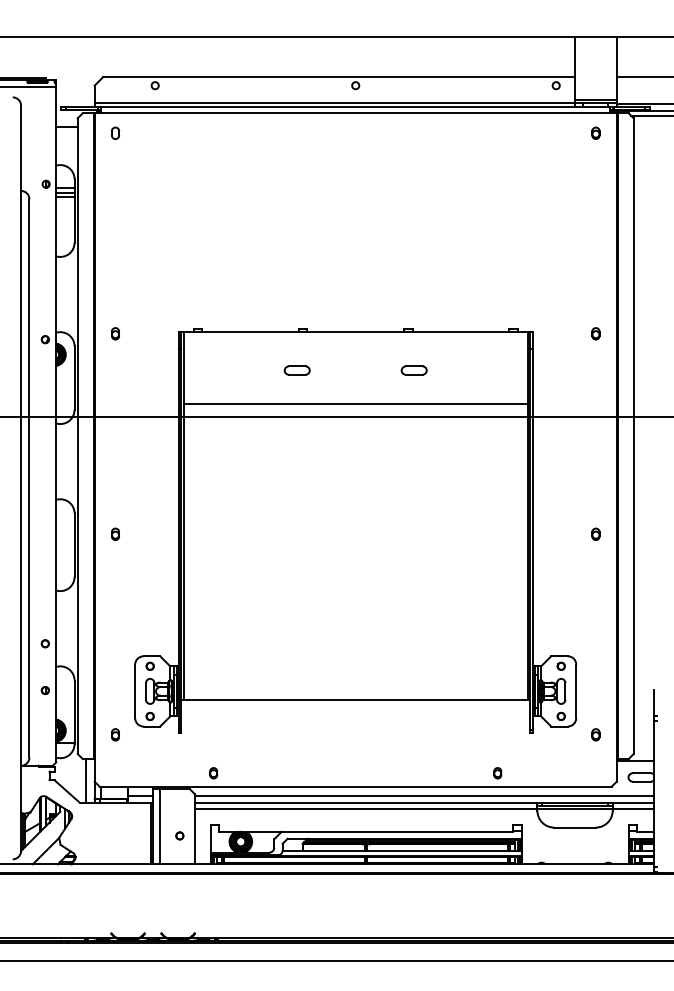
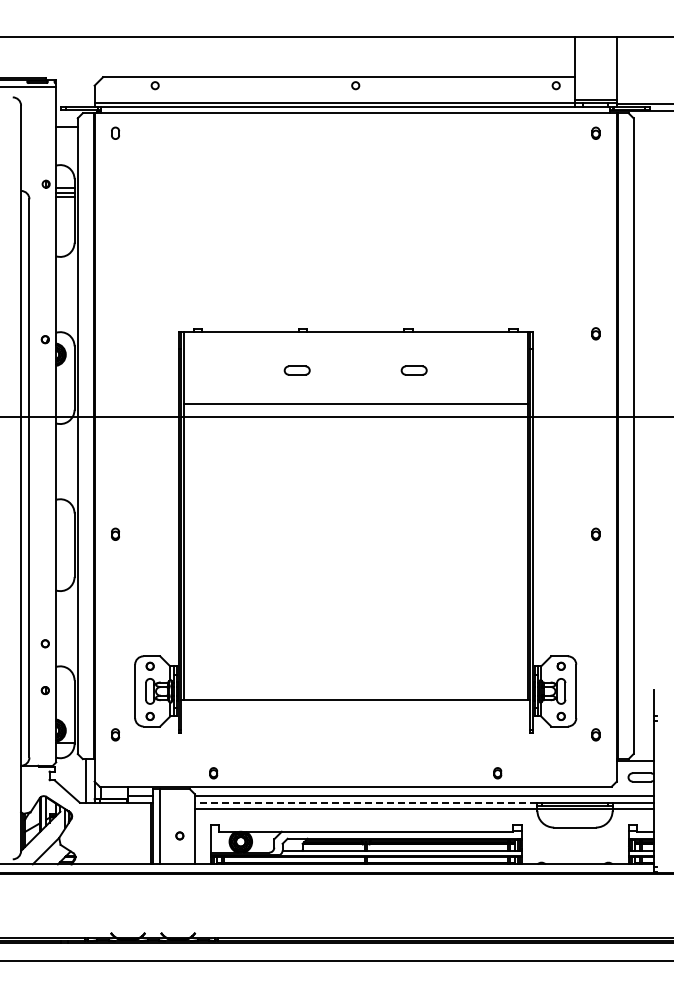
line at (643, 77): present -> none
line at (650, 115): present -> none
part at (115, 333): present -> none
line at (365, 802): solid -> dashed
